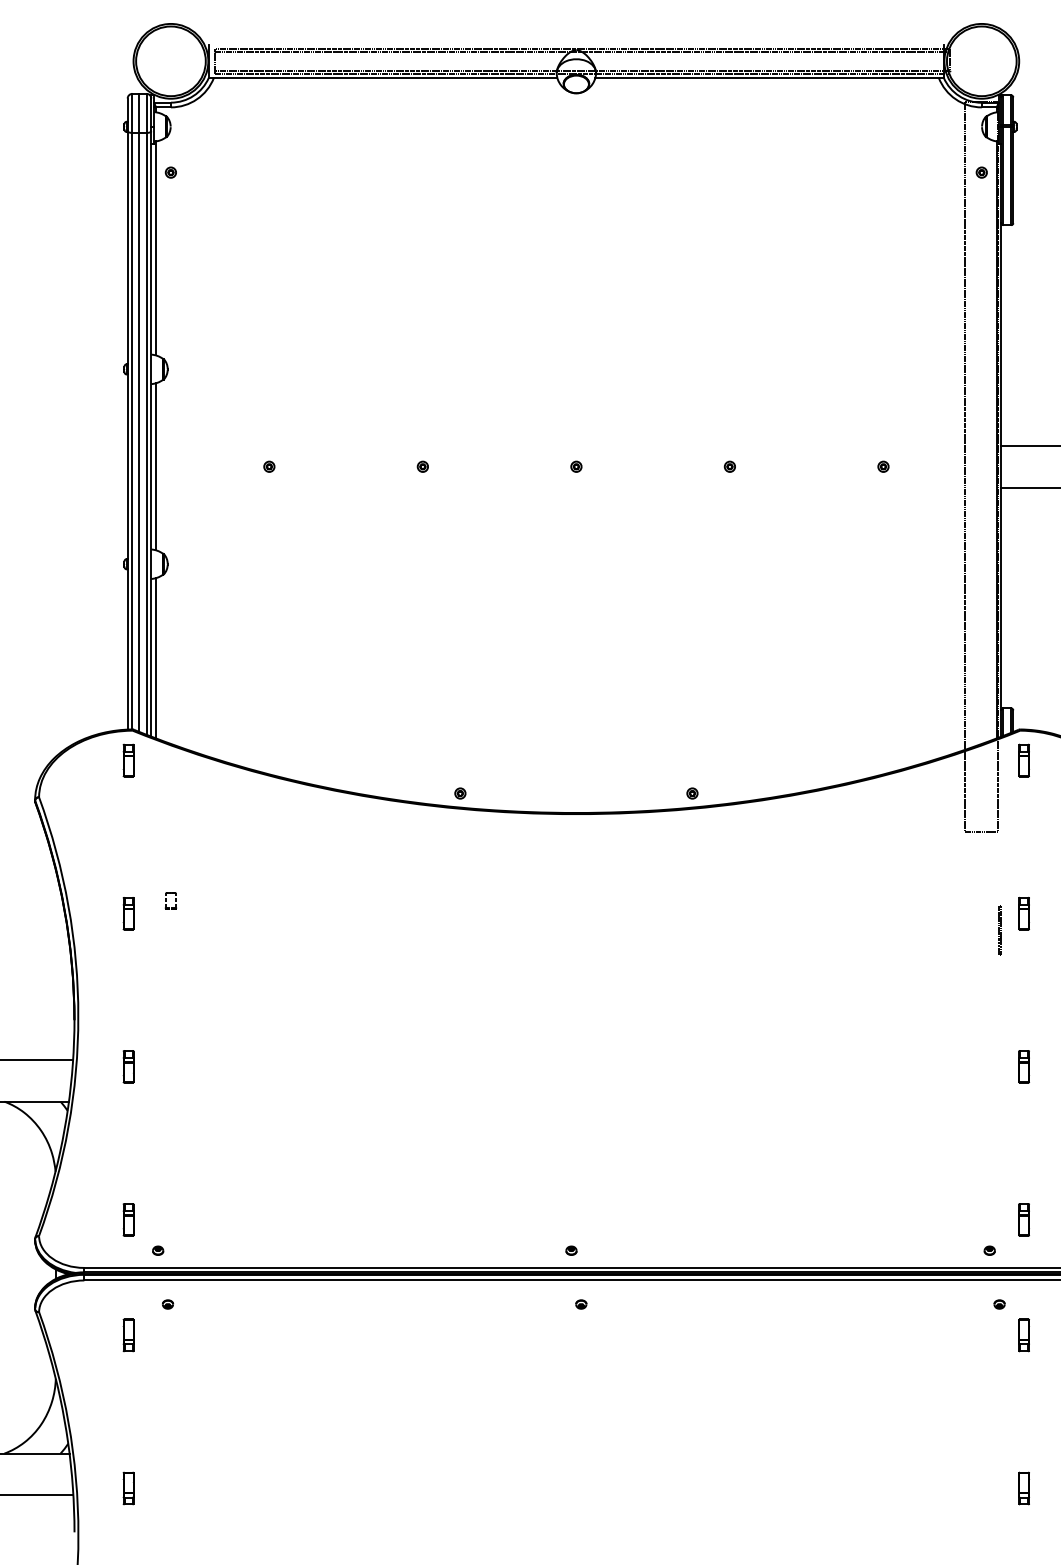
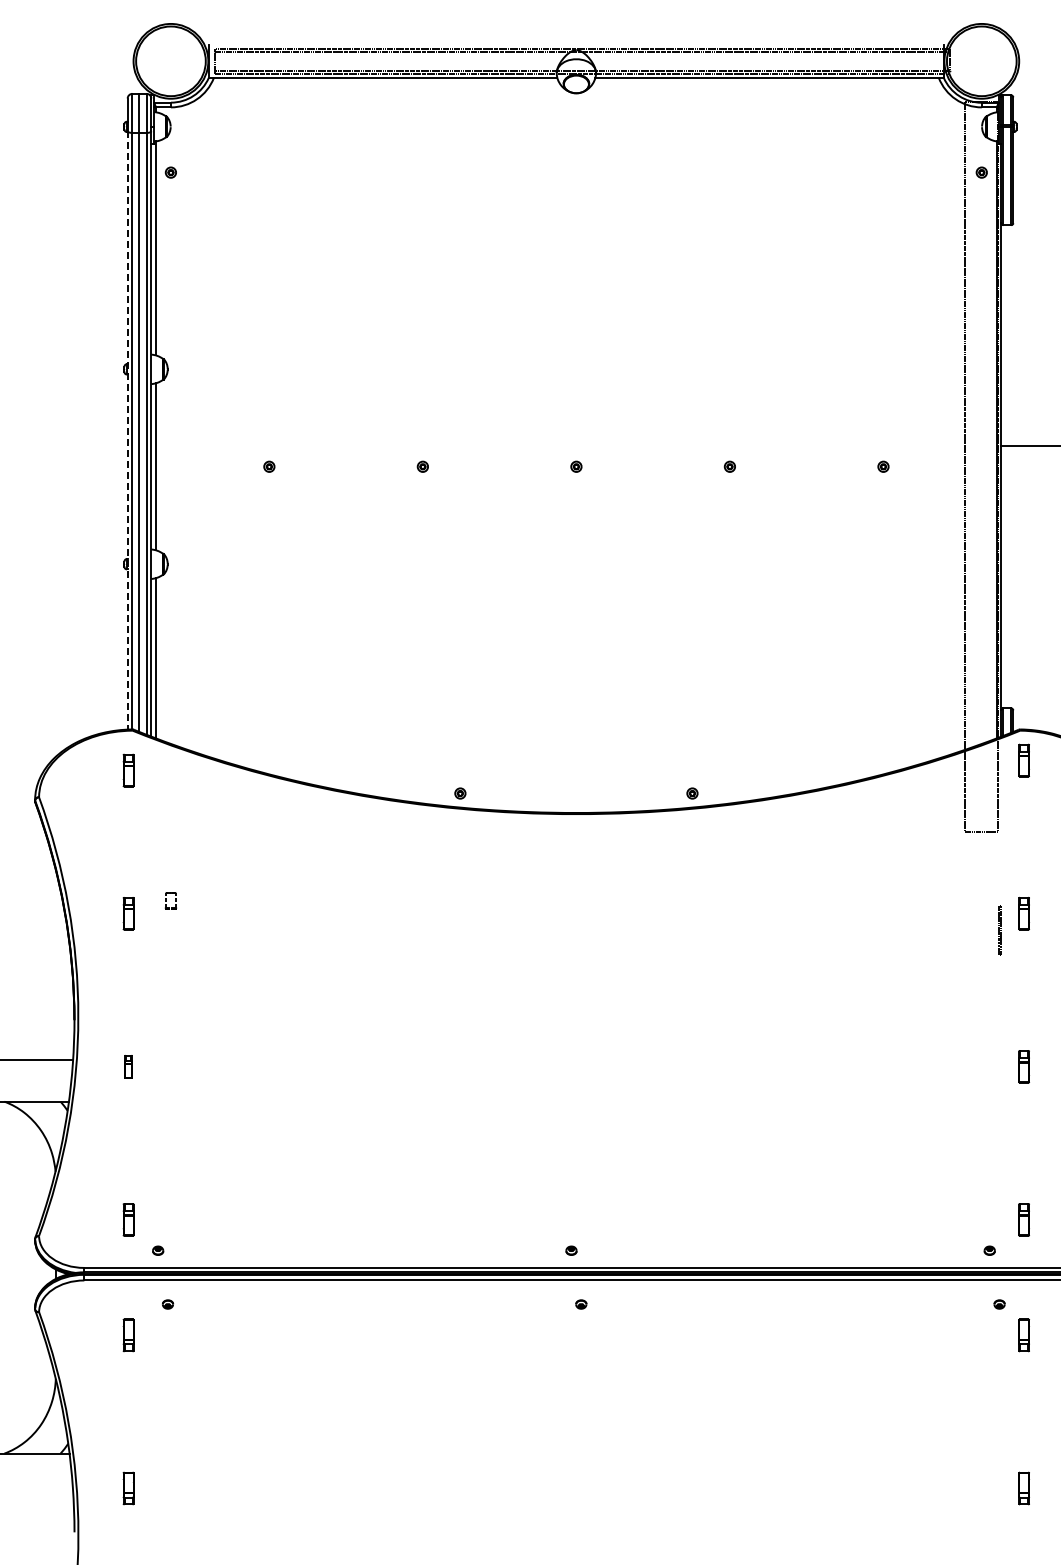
line at (127, 431): solid -> dashed
line at (1029, 487): present -> none
part at (128, 760) position: (128, 760) -> (128, 770)
part at (128, 1066) size: 13x34 px -> 9x24 px
line at (37, 1495): present -> none
